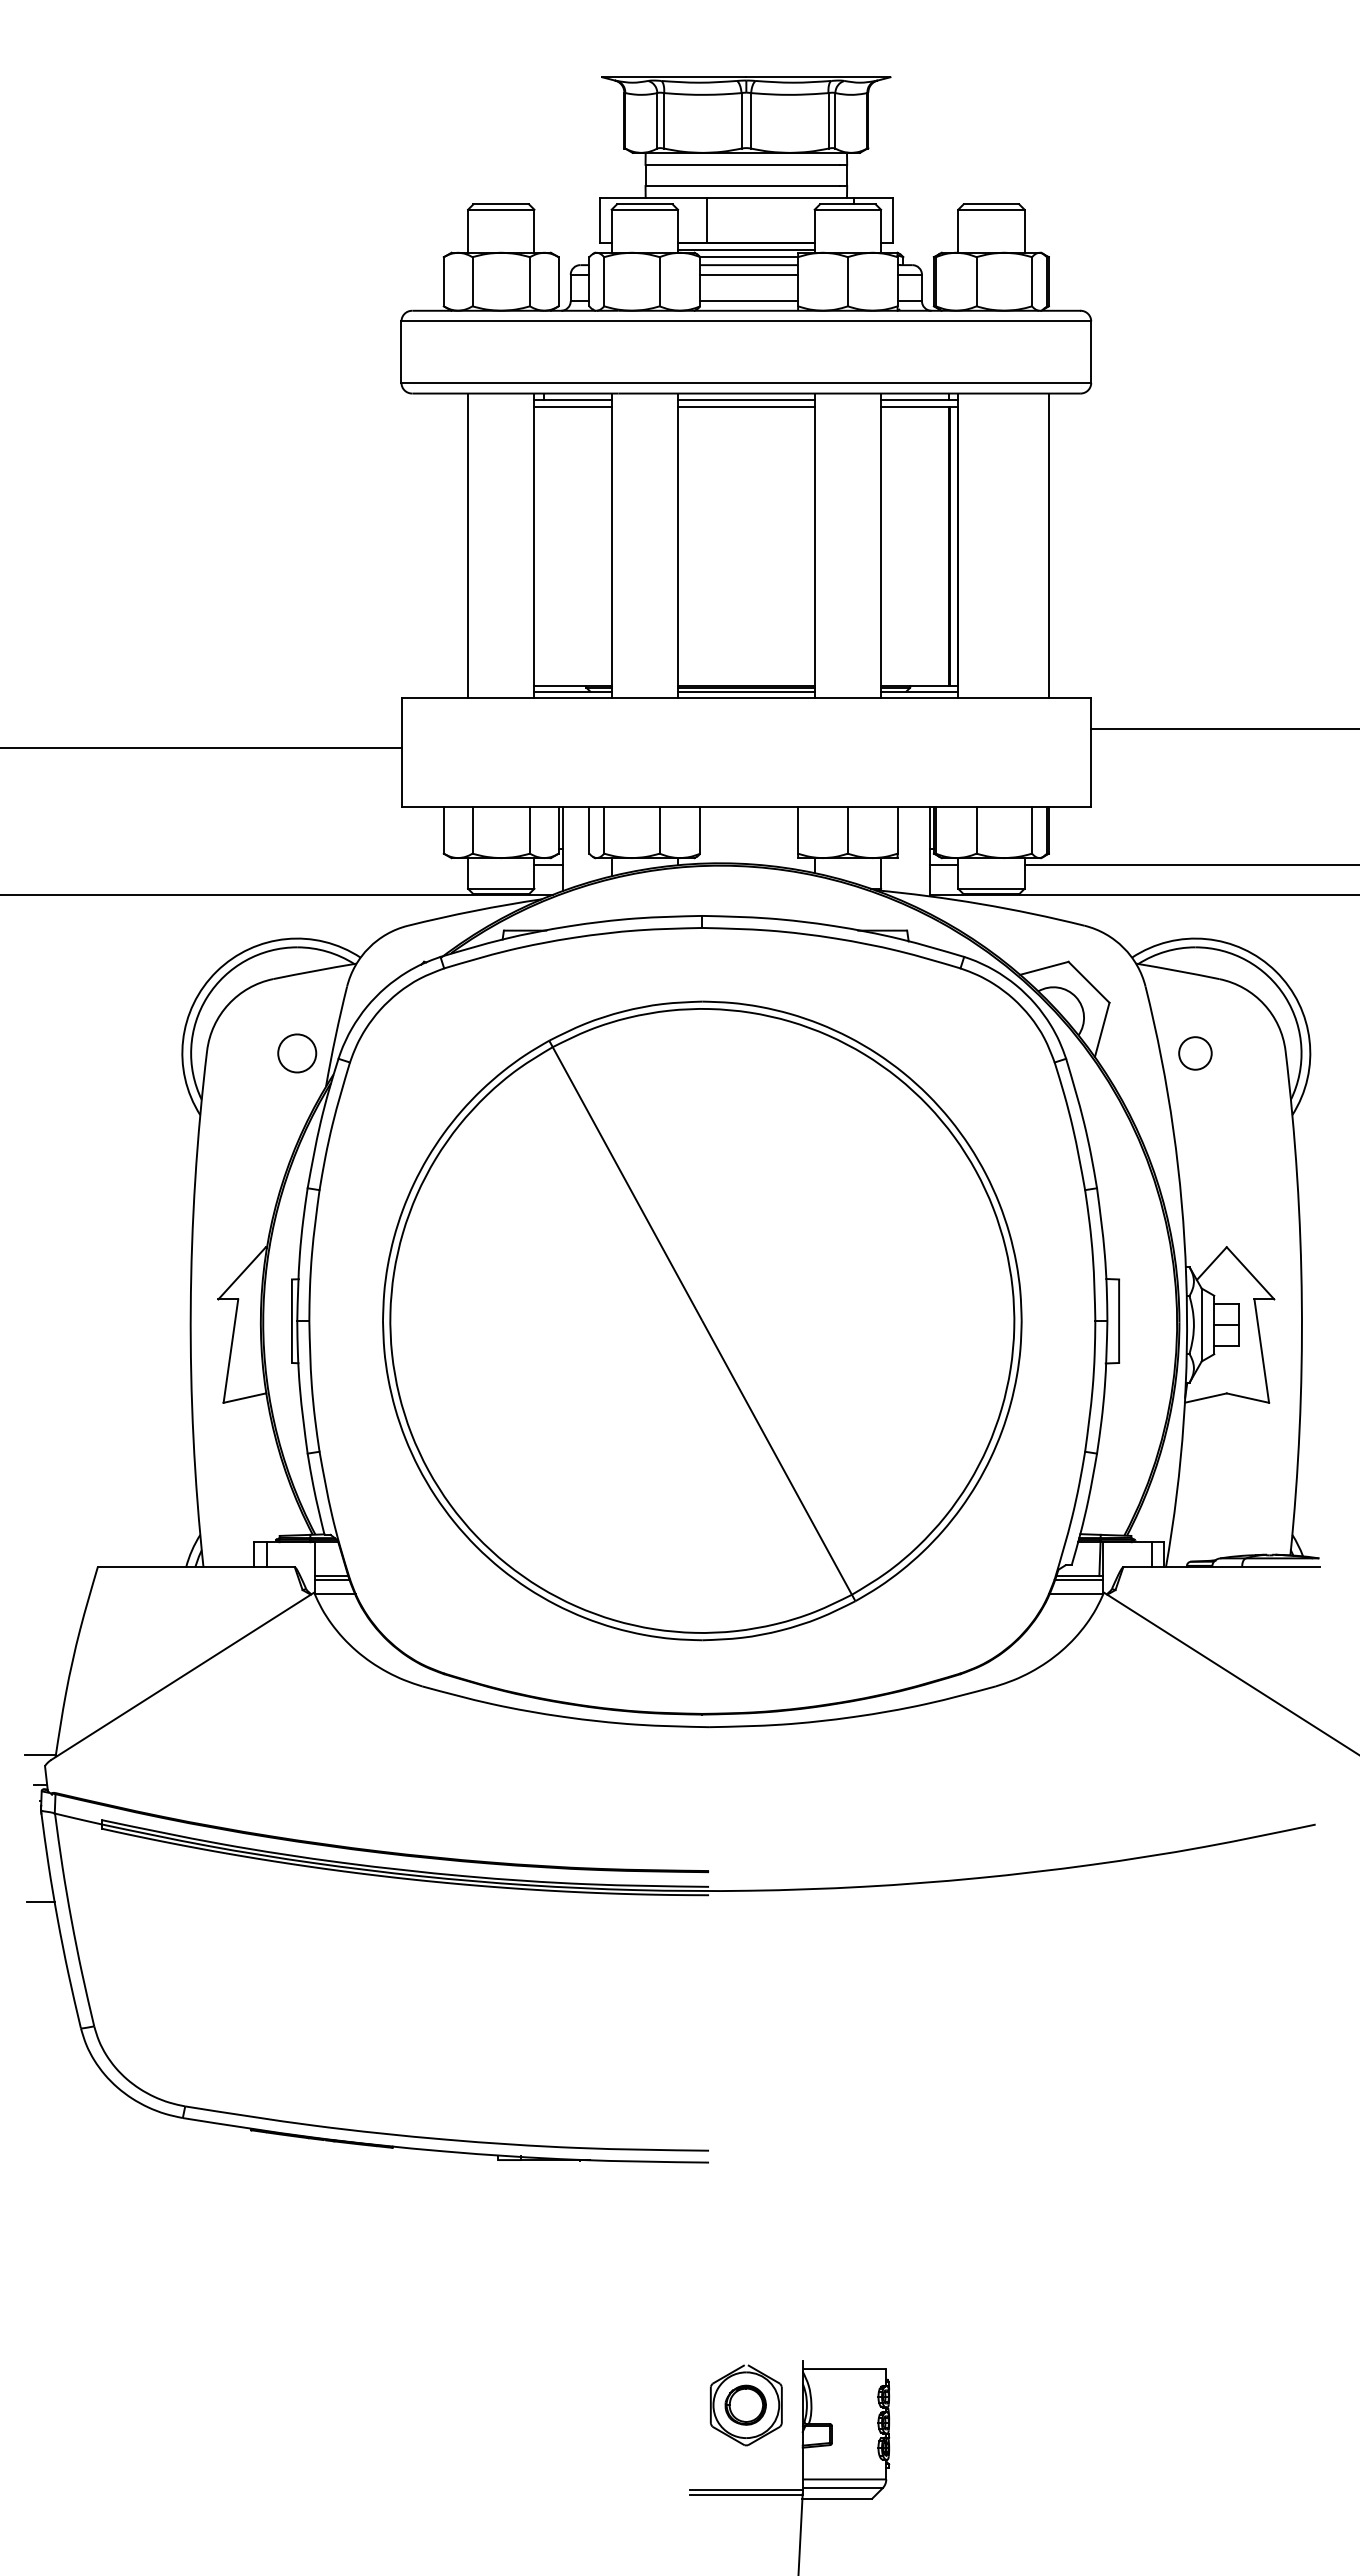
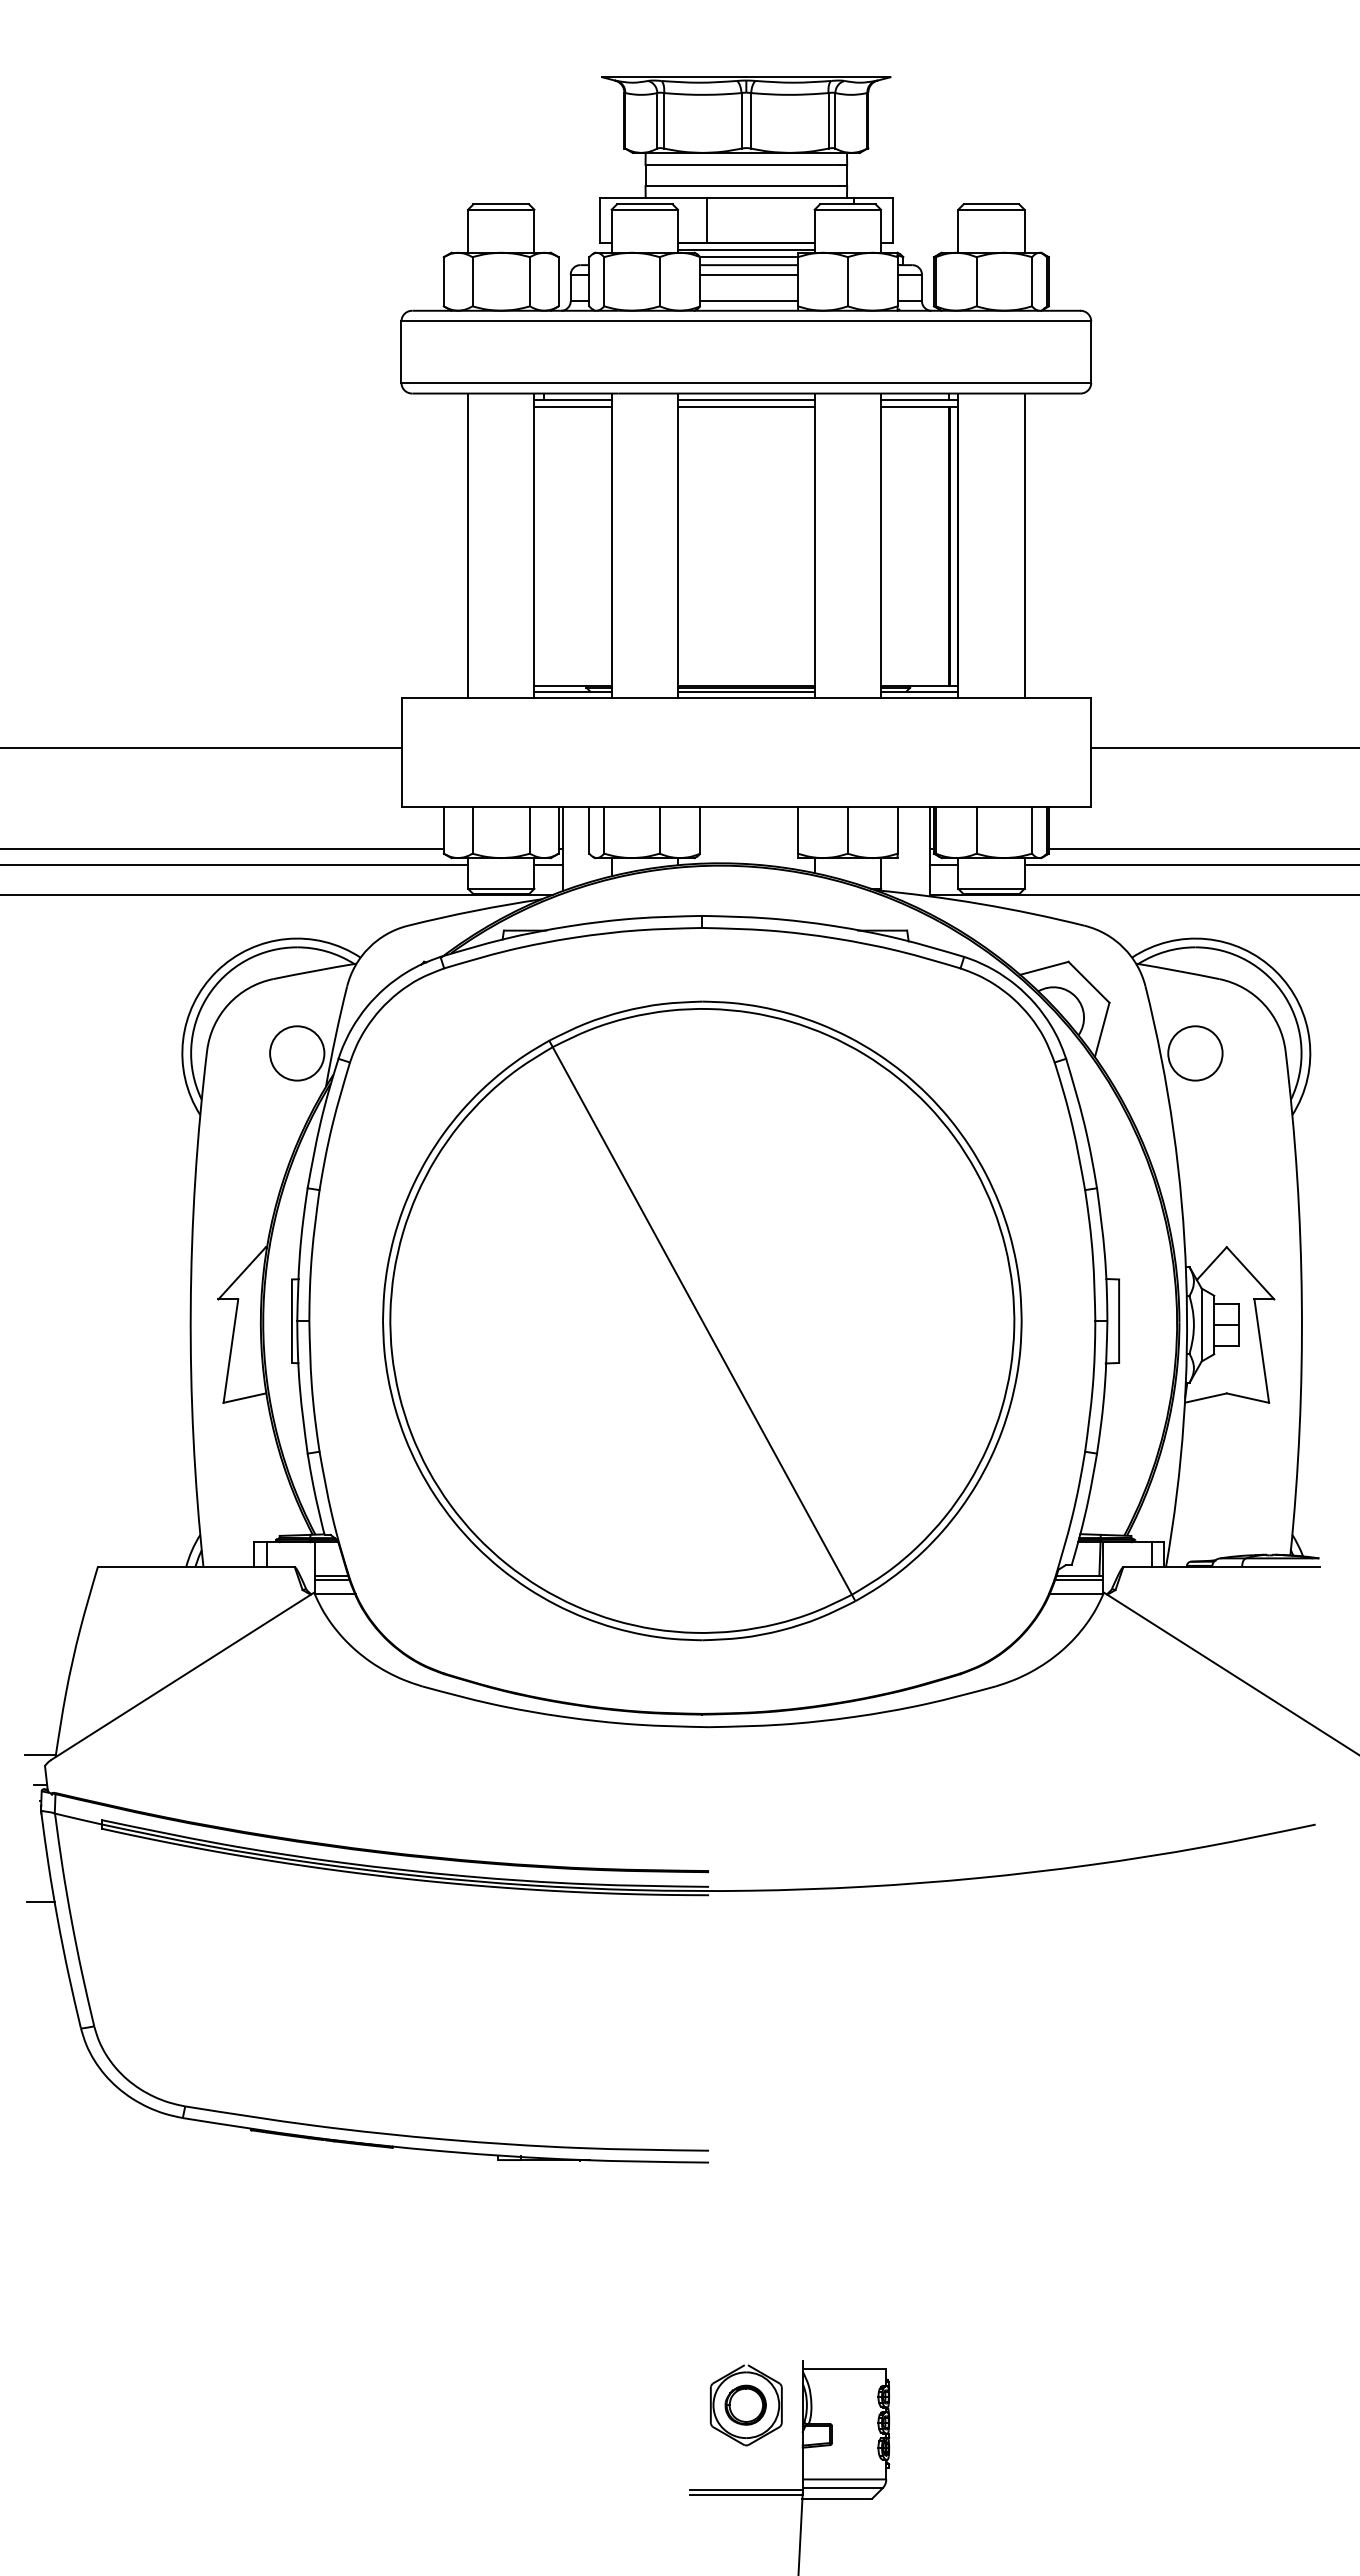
line at (1048, 545) position: (1048, 545) -> (1024, 545)
line at (1223, 729) position: (1223, 729) -> (1223, 748)
line at (222, 848): none -> present
line at (1202, 848): none -> present
line at (235, 865): none -> present
circle at (297, 1053) diameter: 38 px -> 54 px
circle at (1195, 1053) diameter: 33 px -> 54 px
